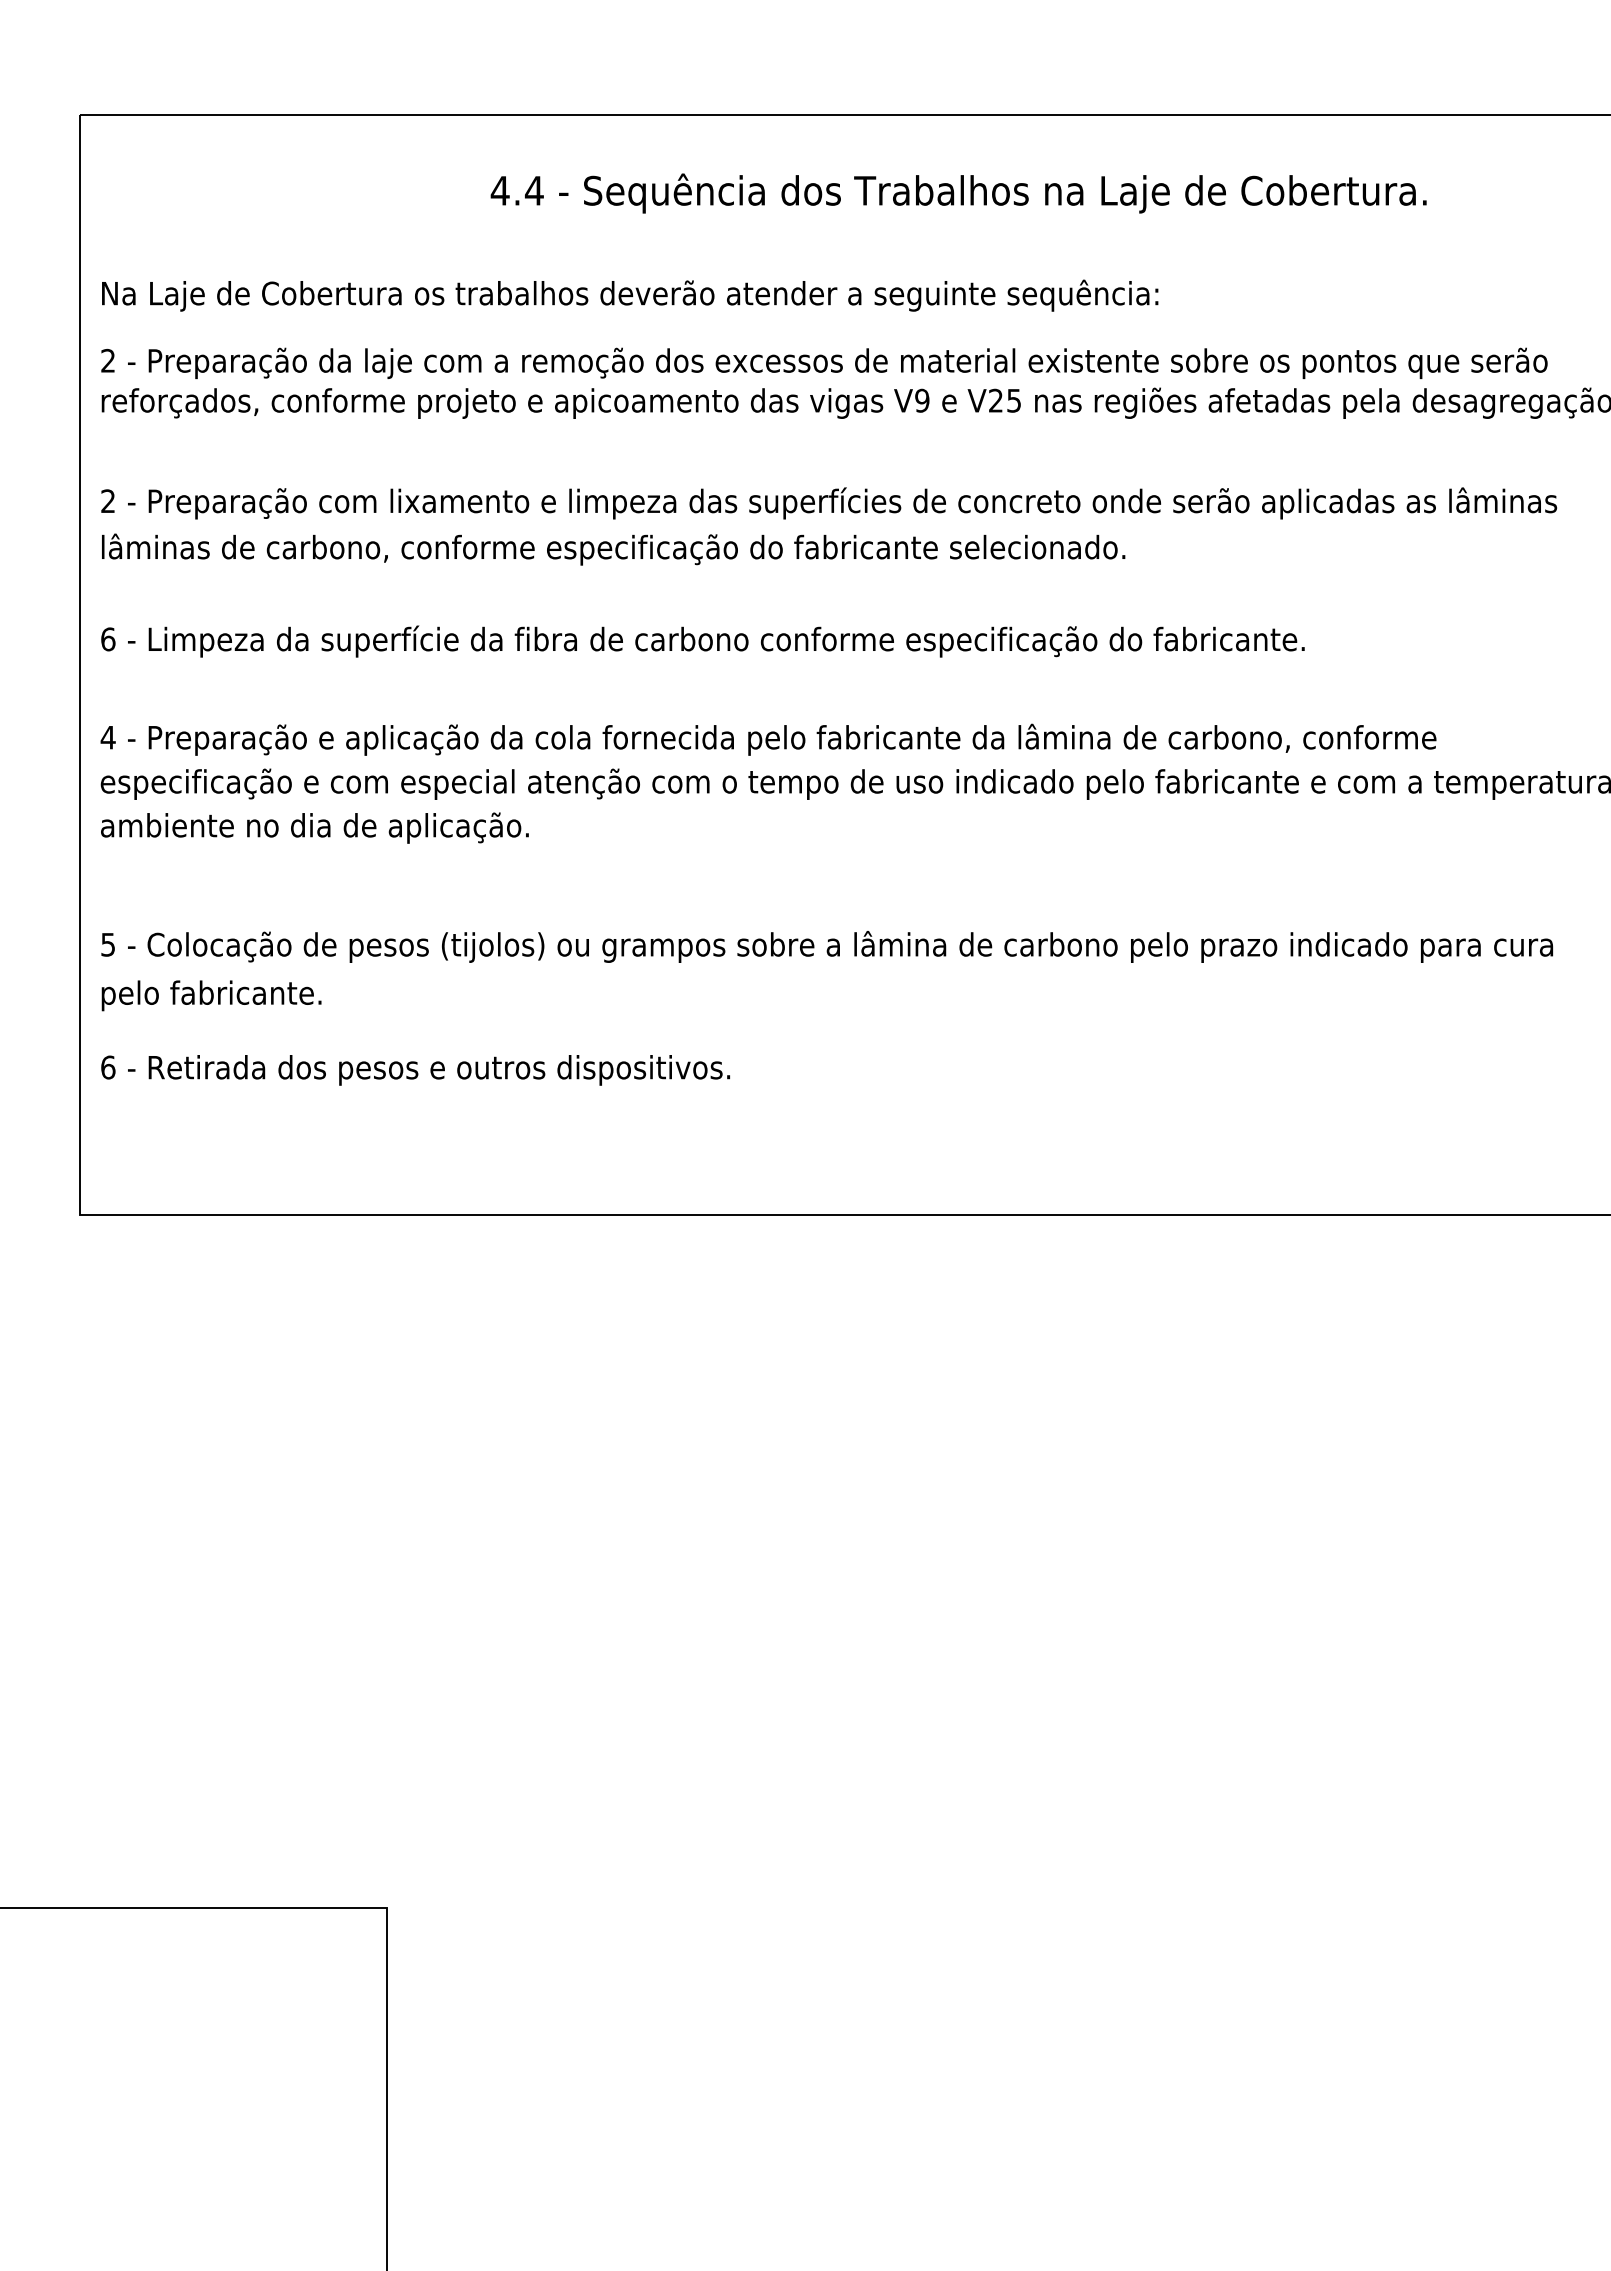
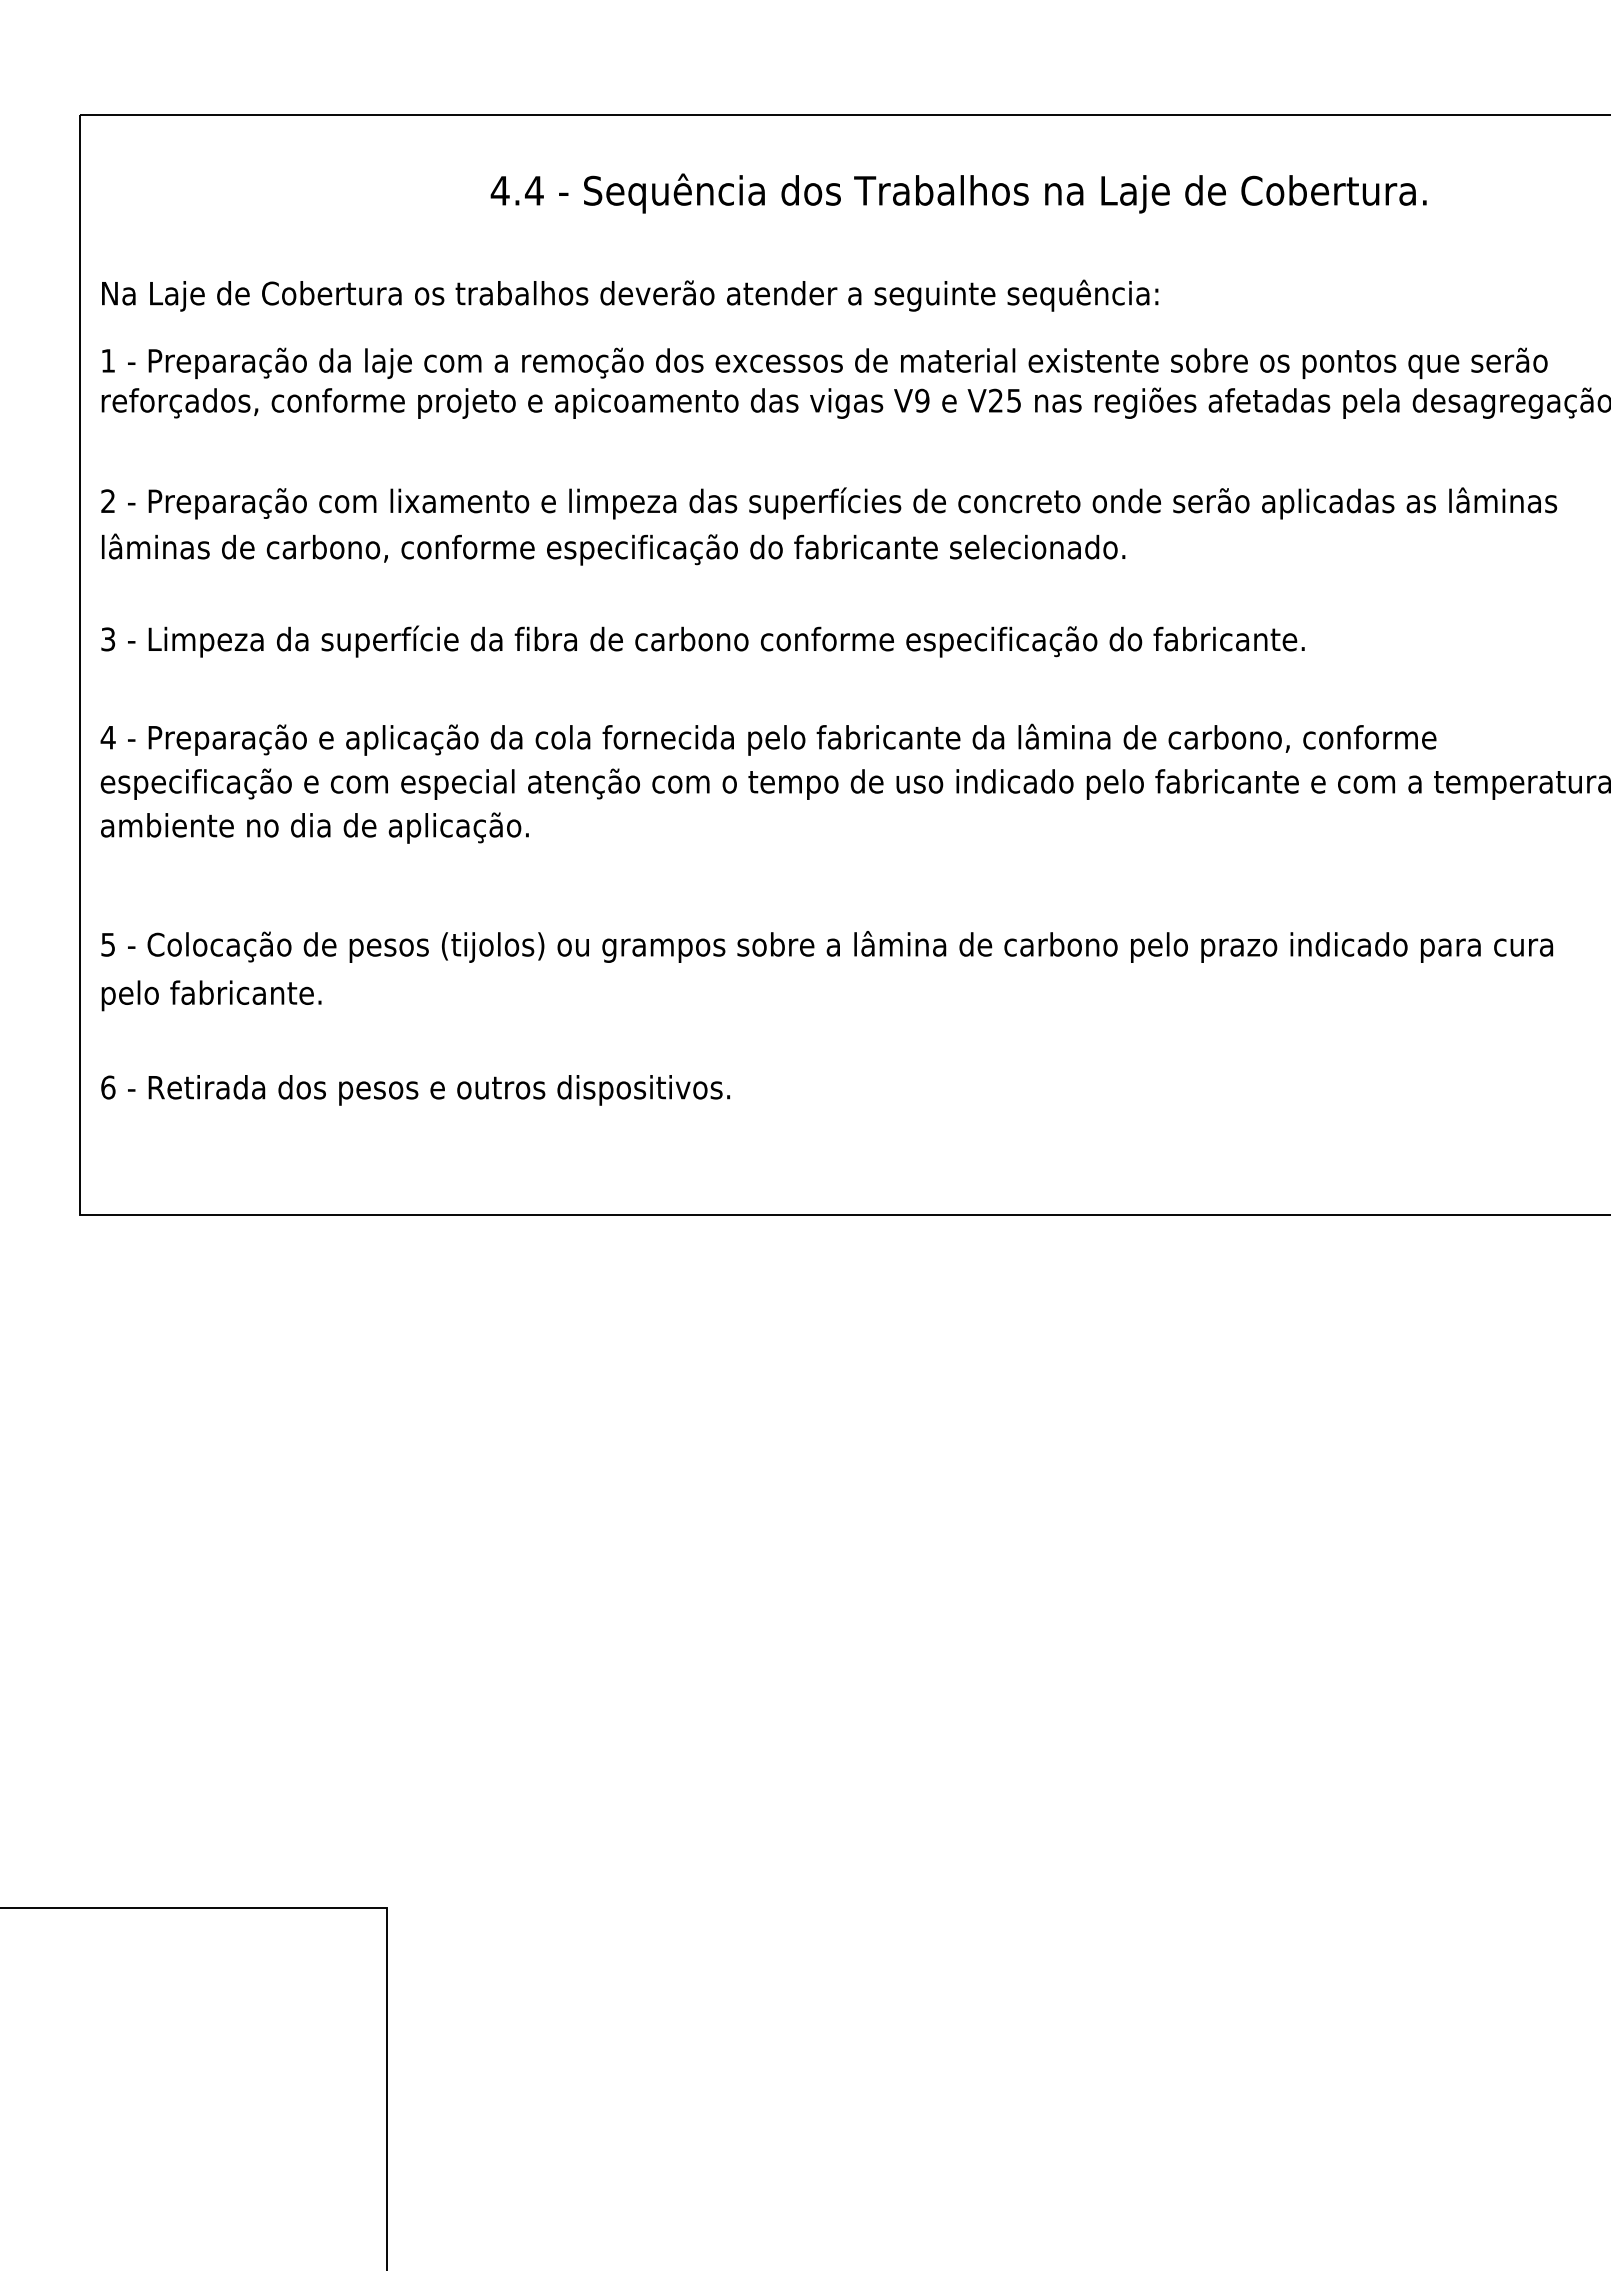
text at (107, 360): 2 -> 1
text at (108, 639): 6 -> 3
text at (415, 1070) position: (415, 1070) -> (415, 1090)
